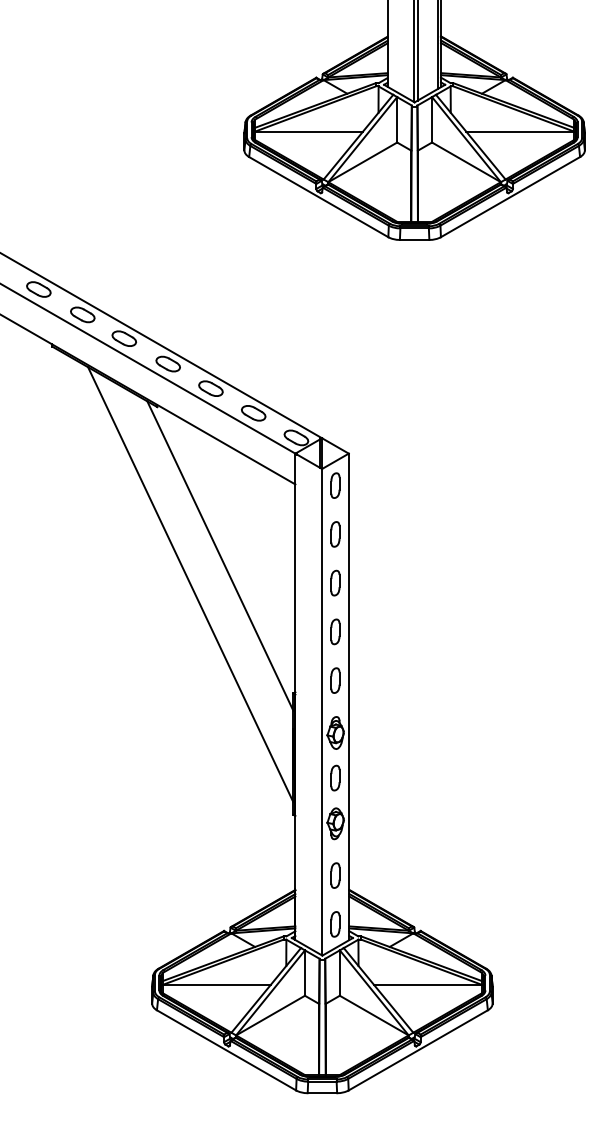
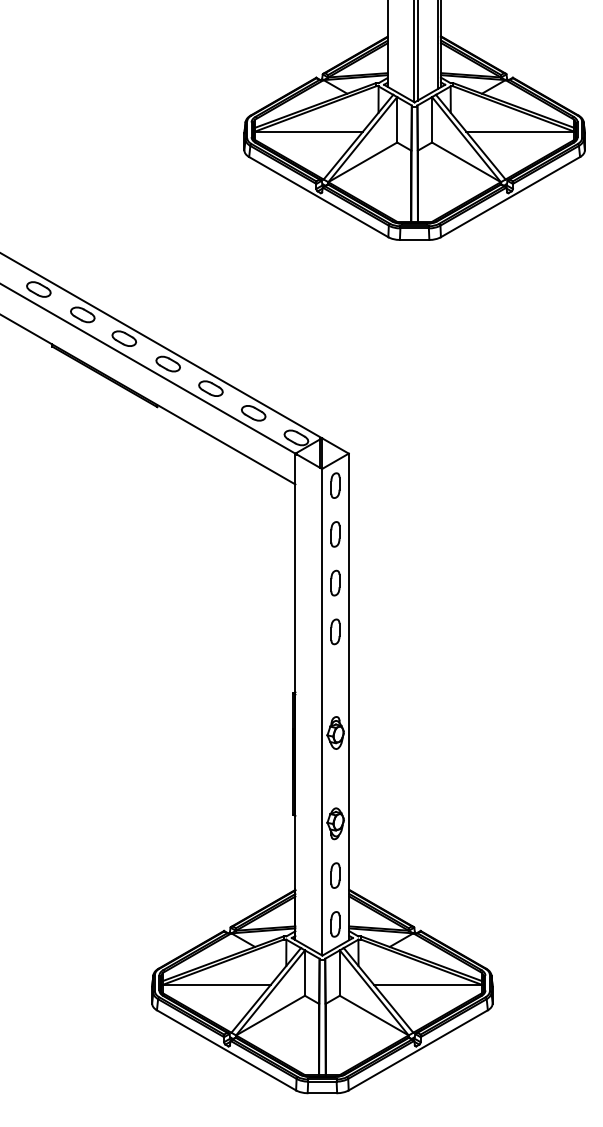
line at (220, 555): present -> none
line at (190, 584): present -> none
part at (335, 680): present -> none
part at (335, 777): present -> none
